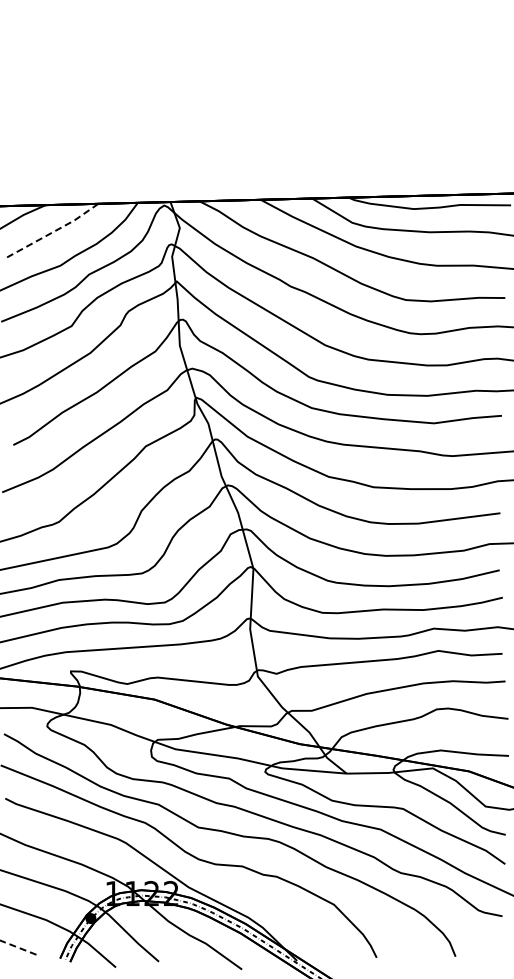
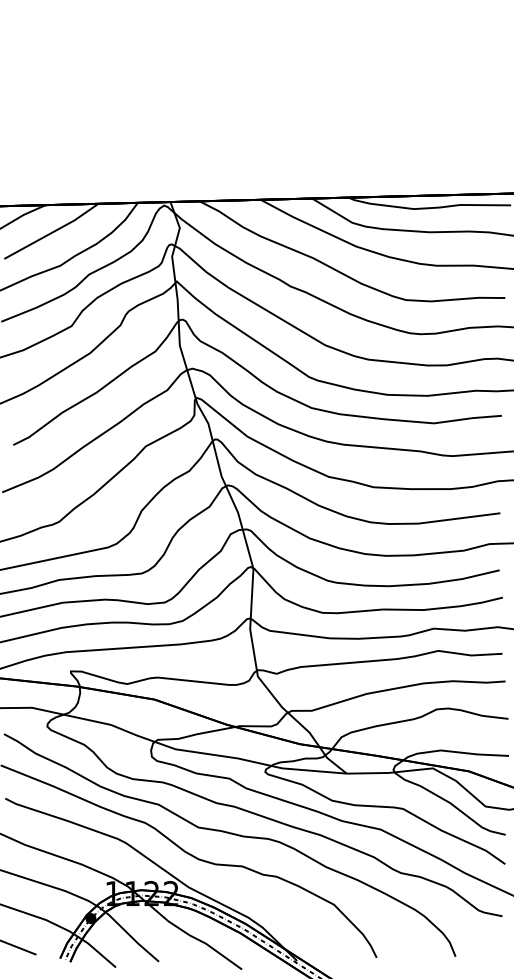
line at (53, 232): dashed -> solid
line at (17, 947): dashed -> solid
